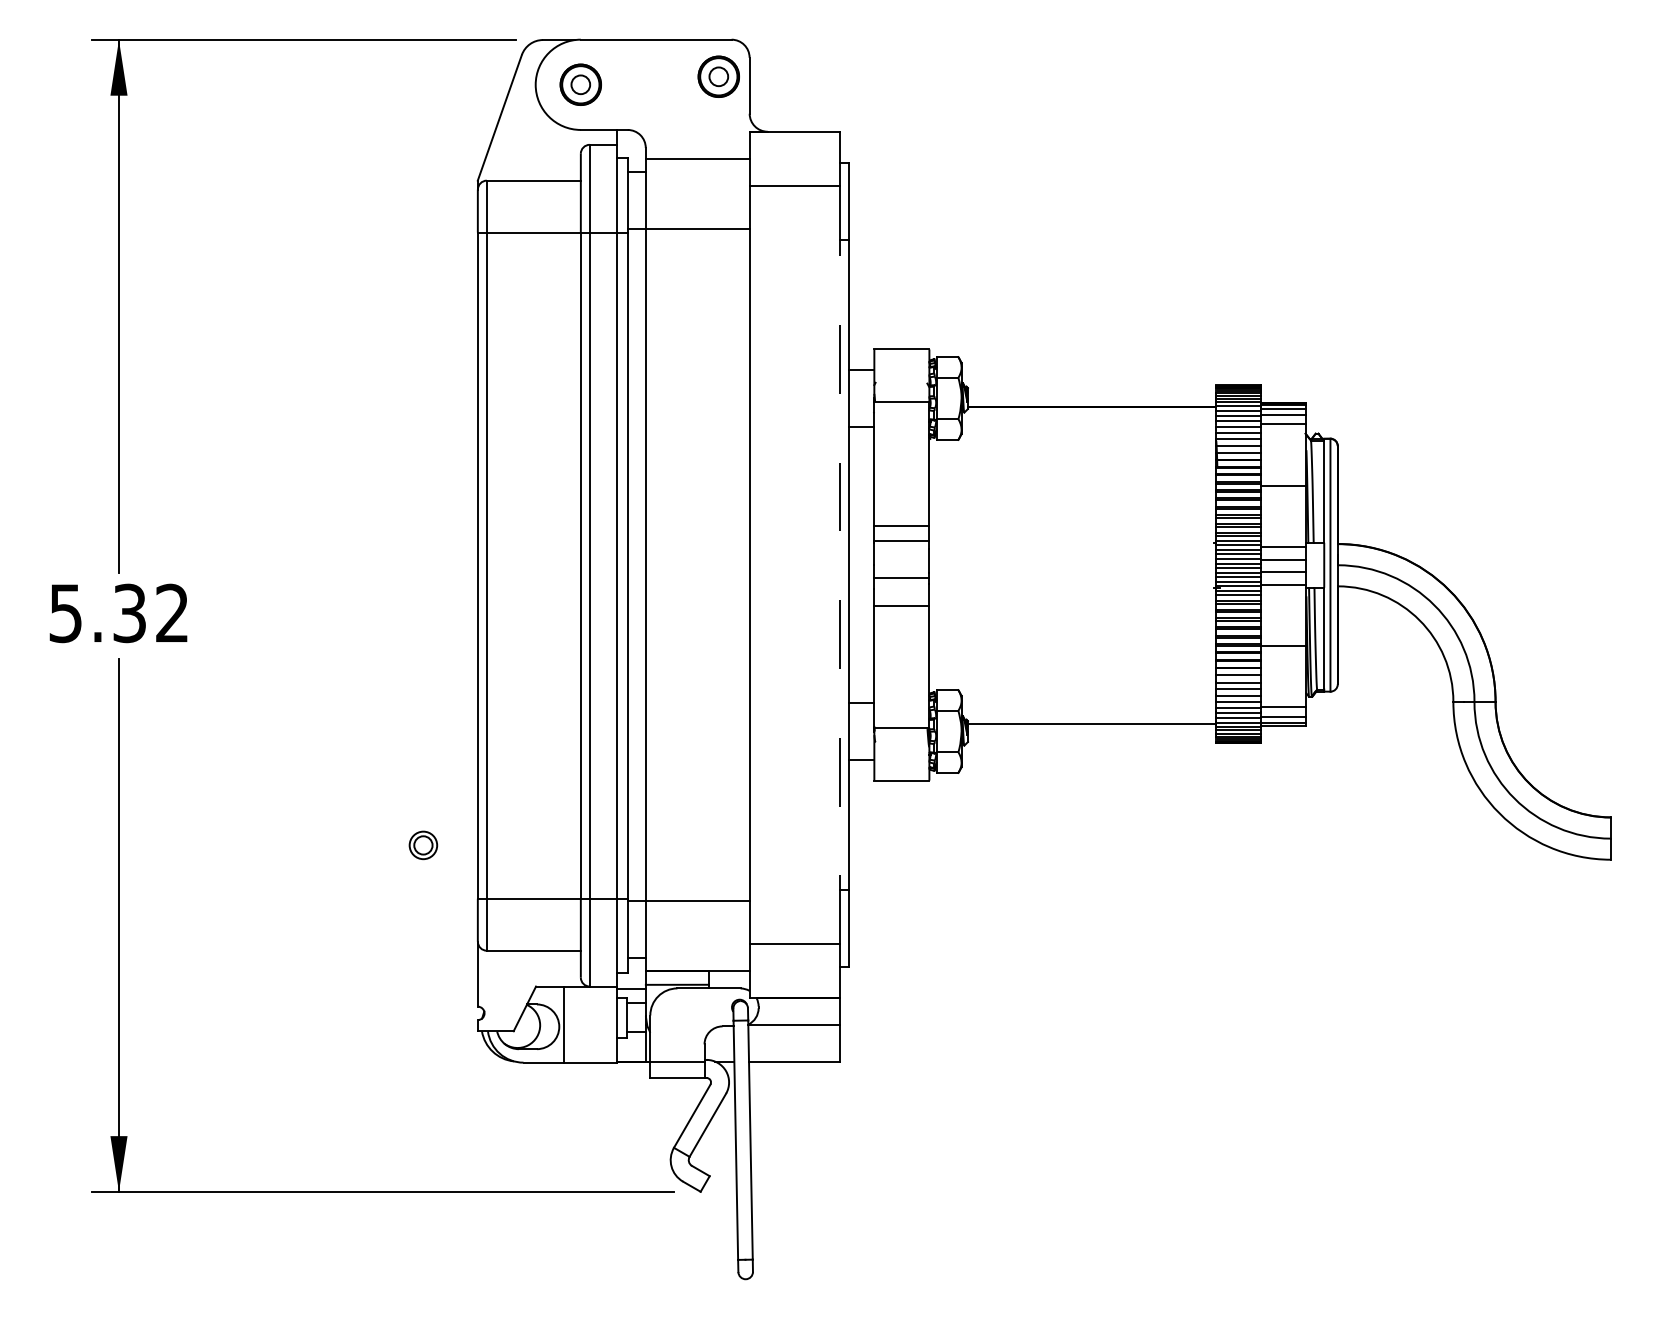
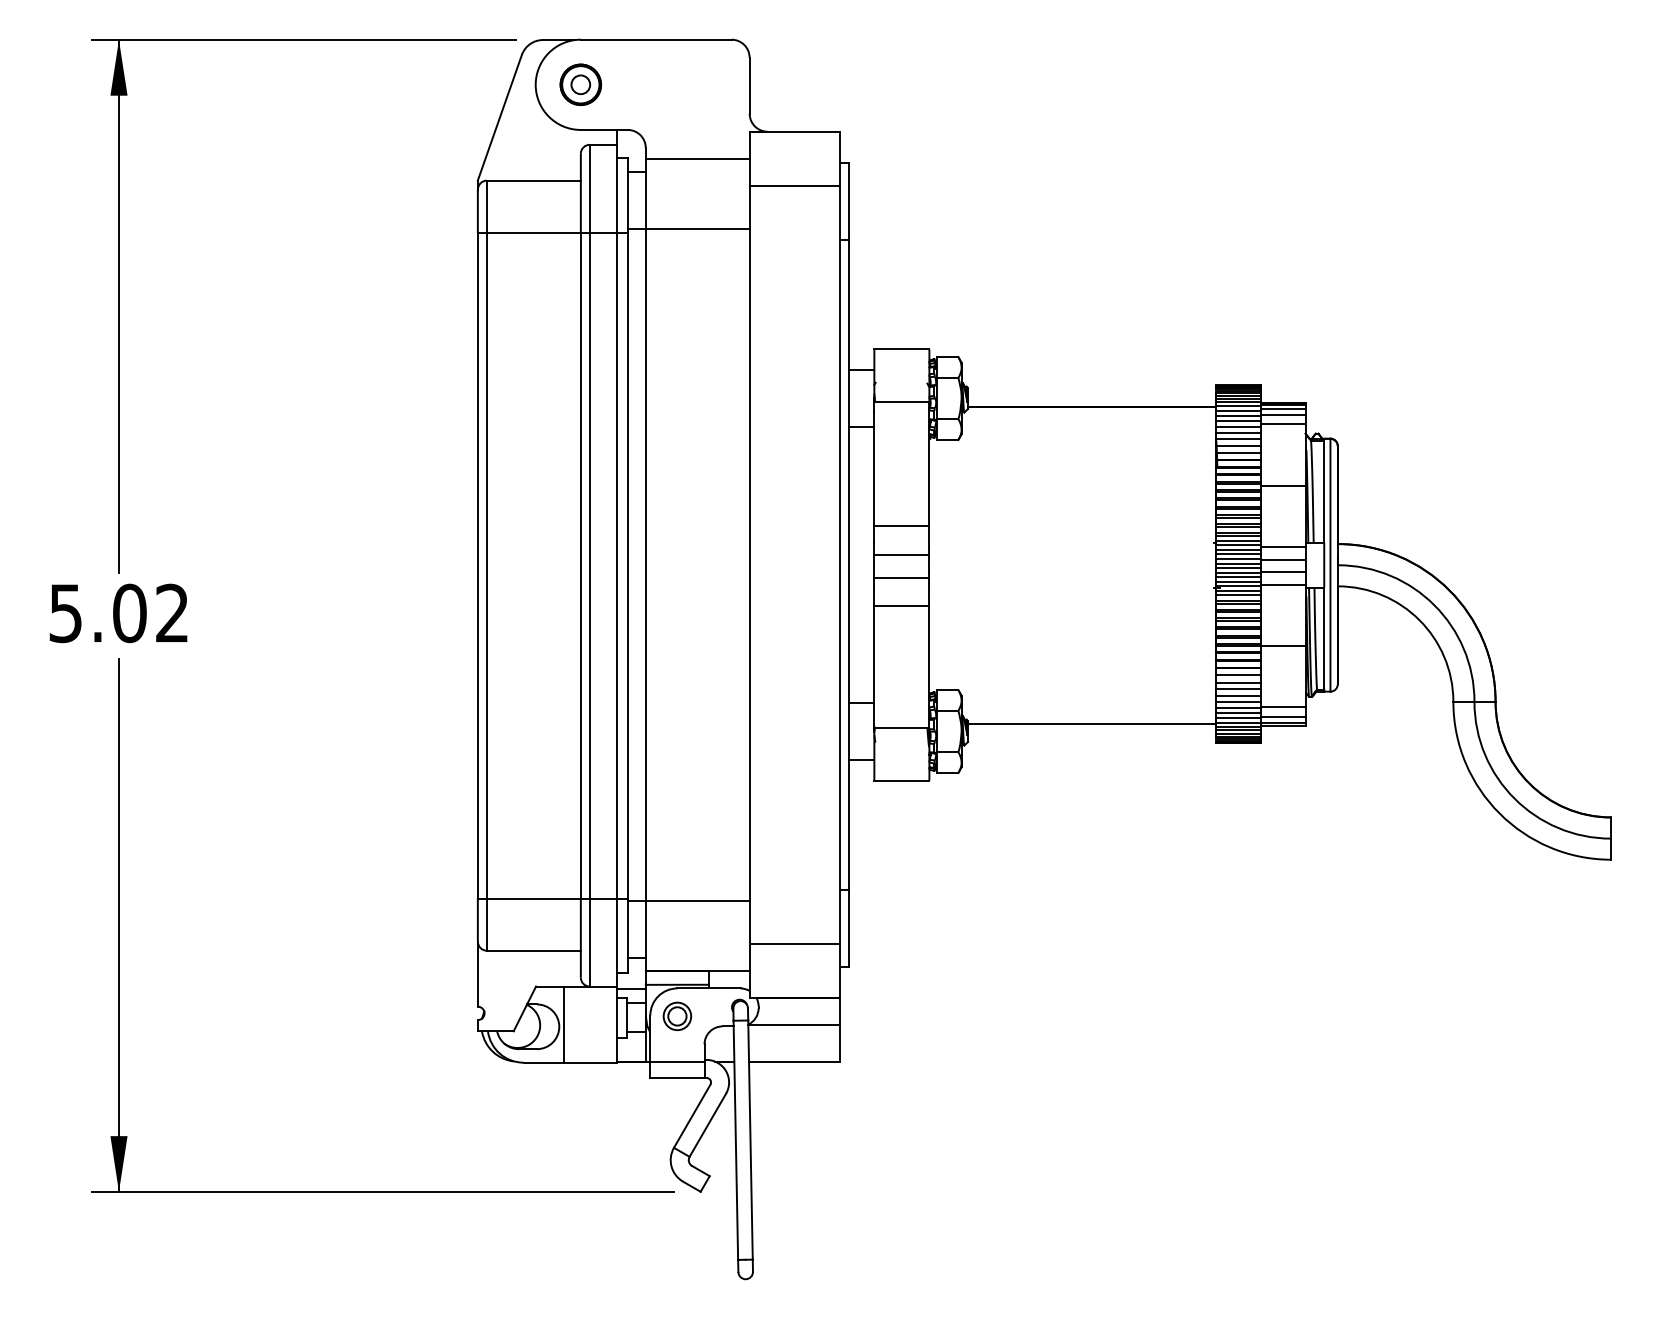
part at (718, 76): present -> none
line at (901, 541) position: (901, 541) -> (901, 555)
line at (839, 564): dashed -> solid
text at (129, 613): 5.32 -> 5.02
part at (423, 845) position: (423, 845) -> (677, 1016)
